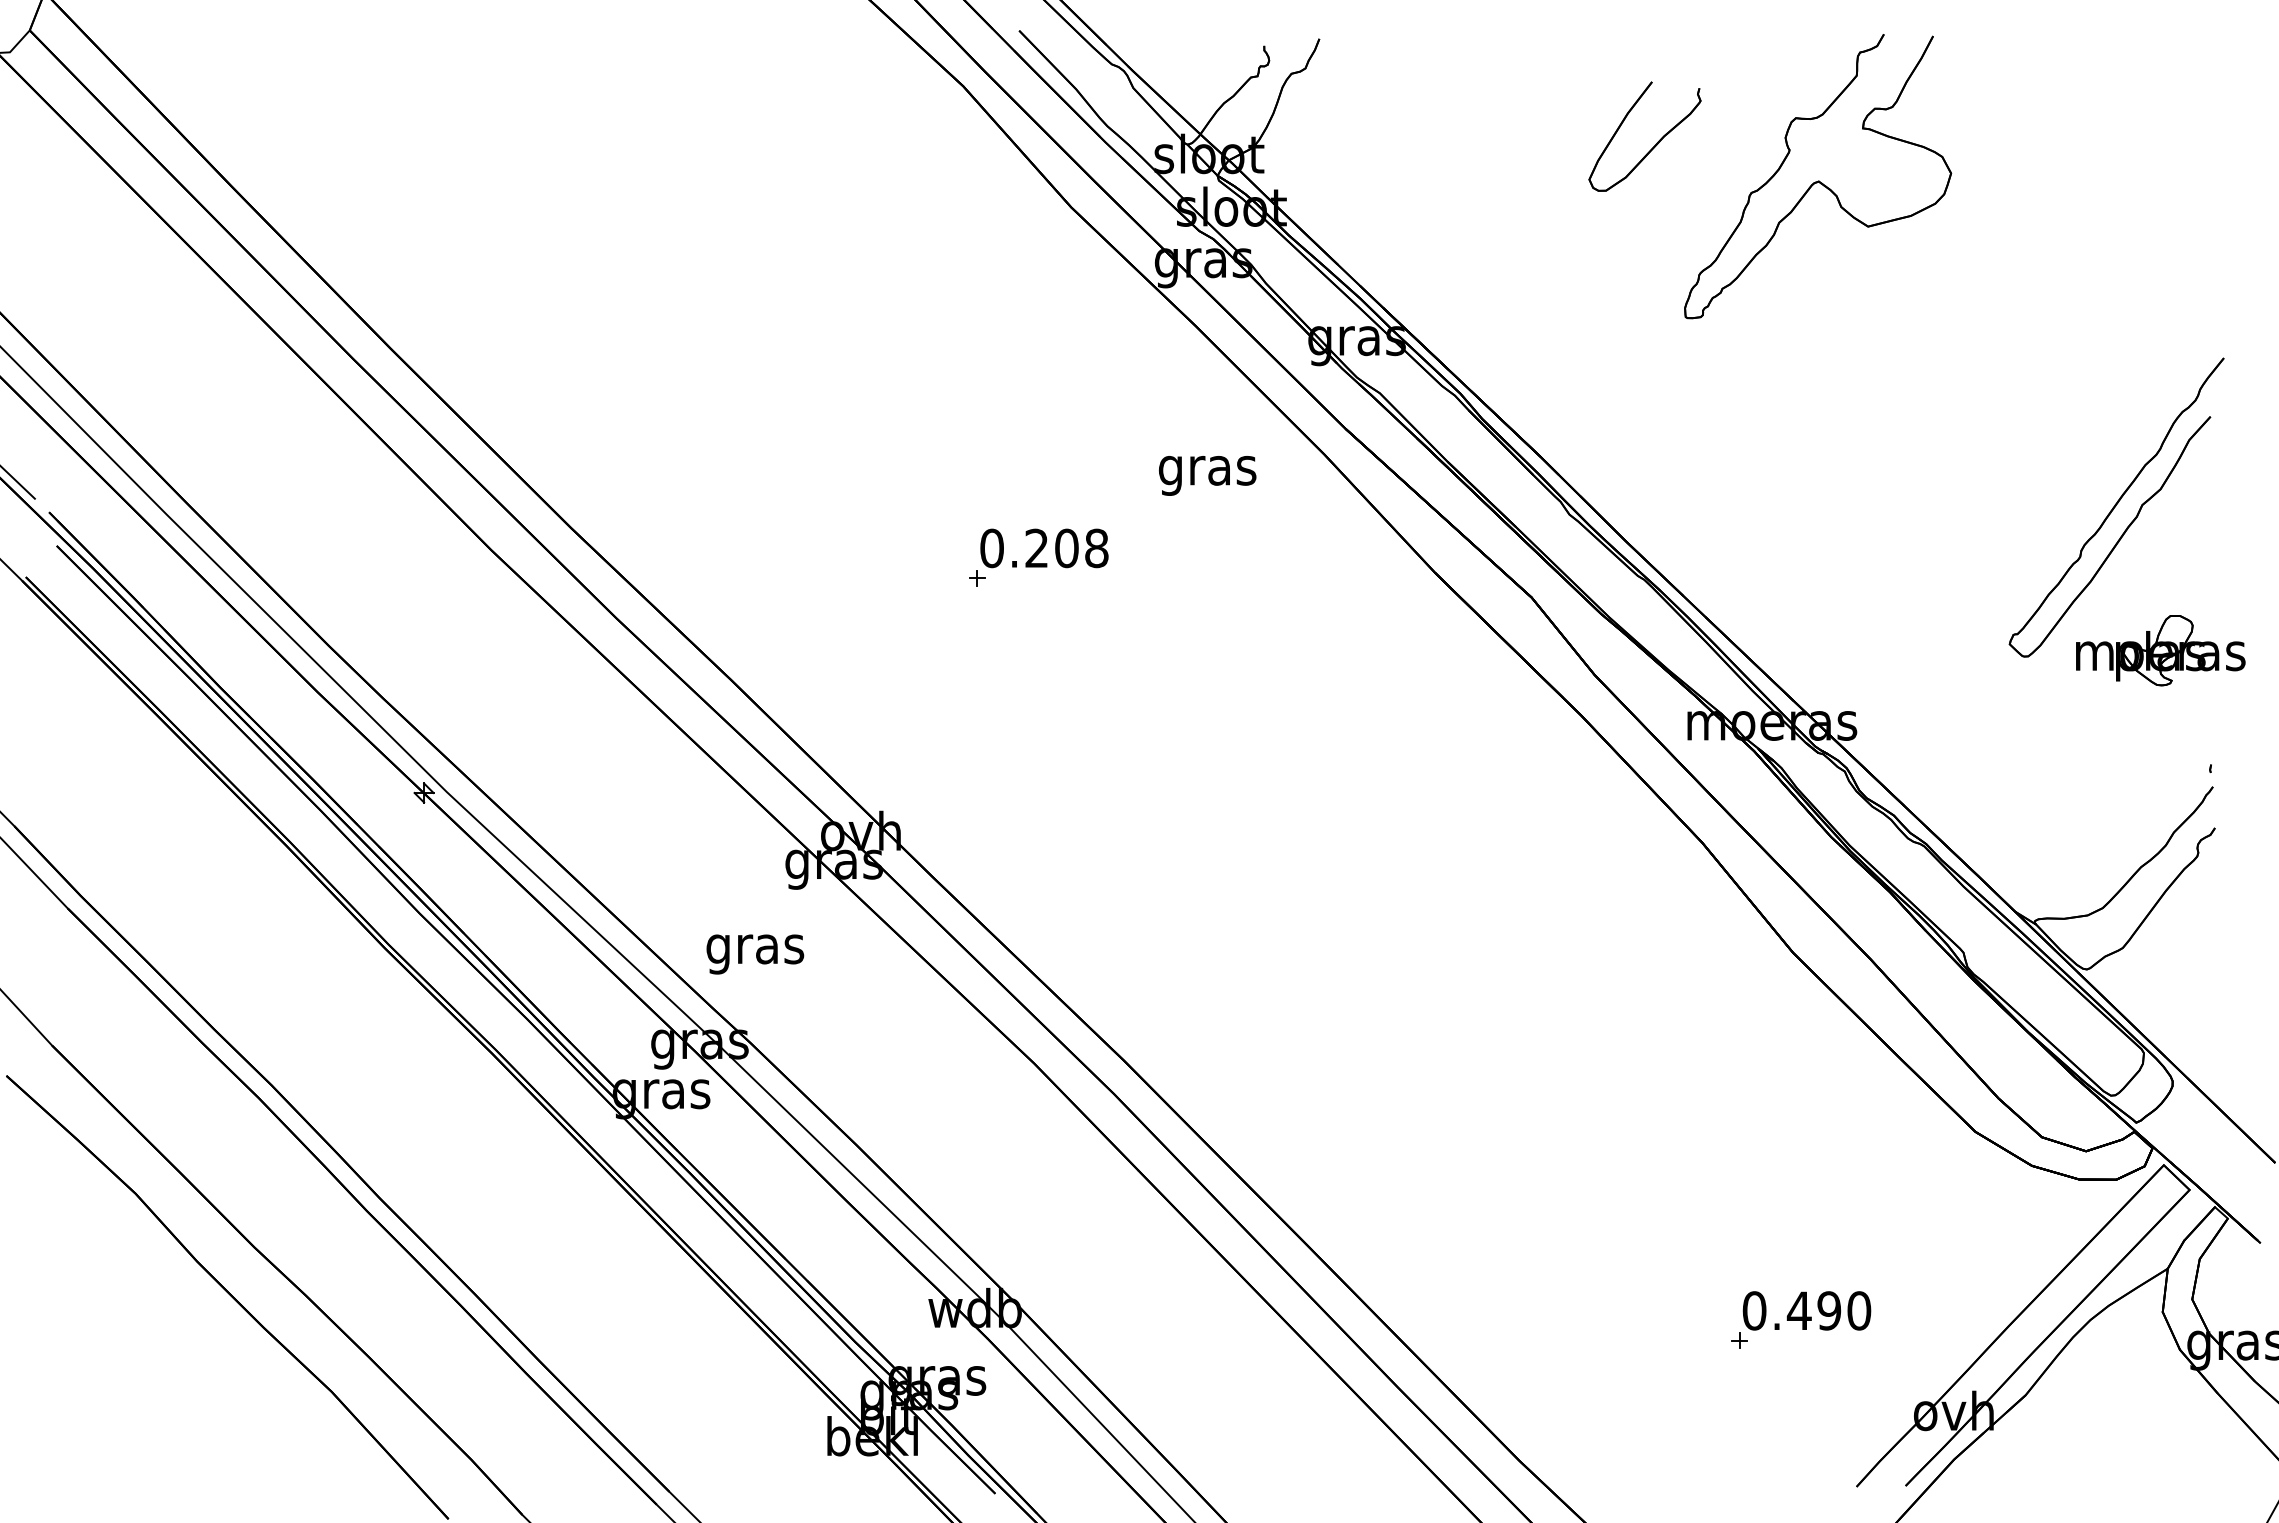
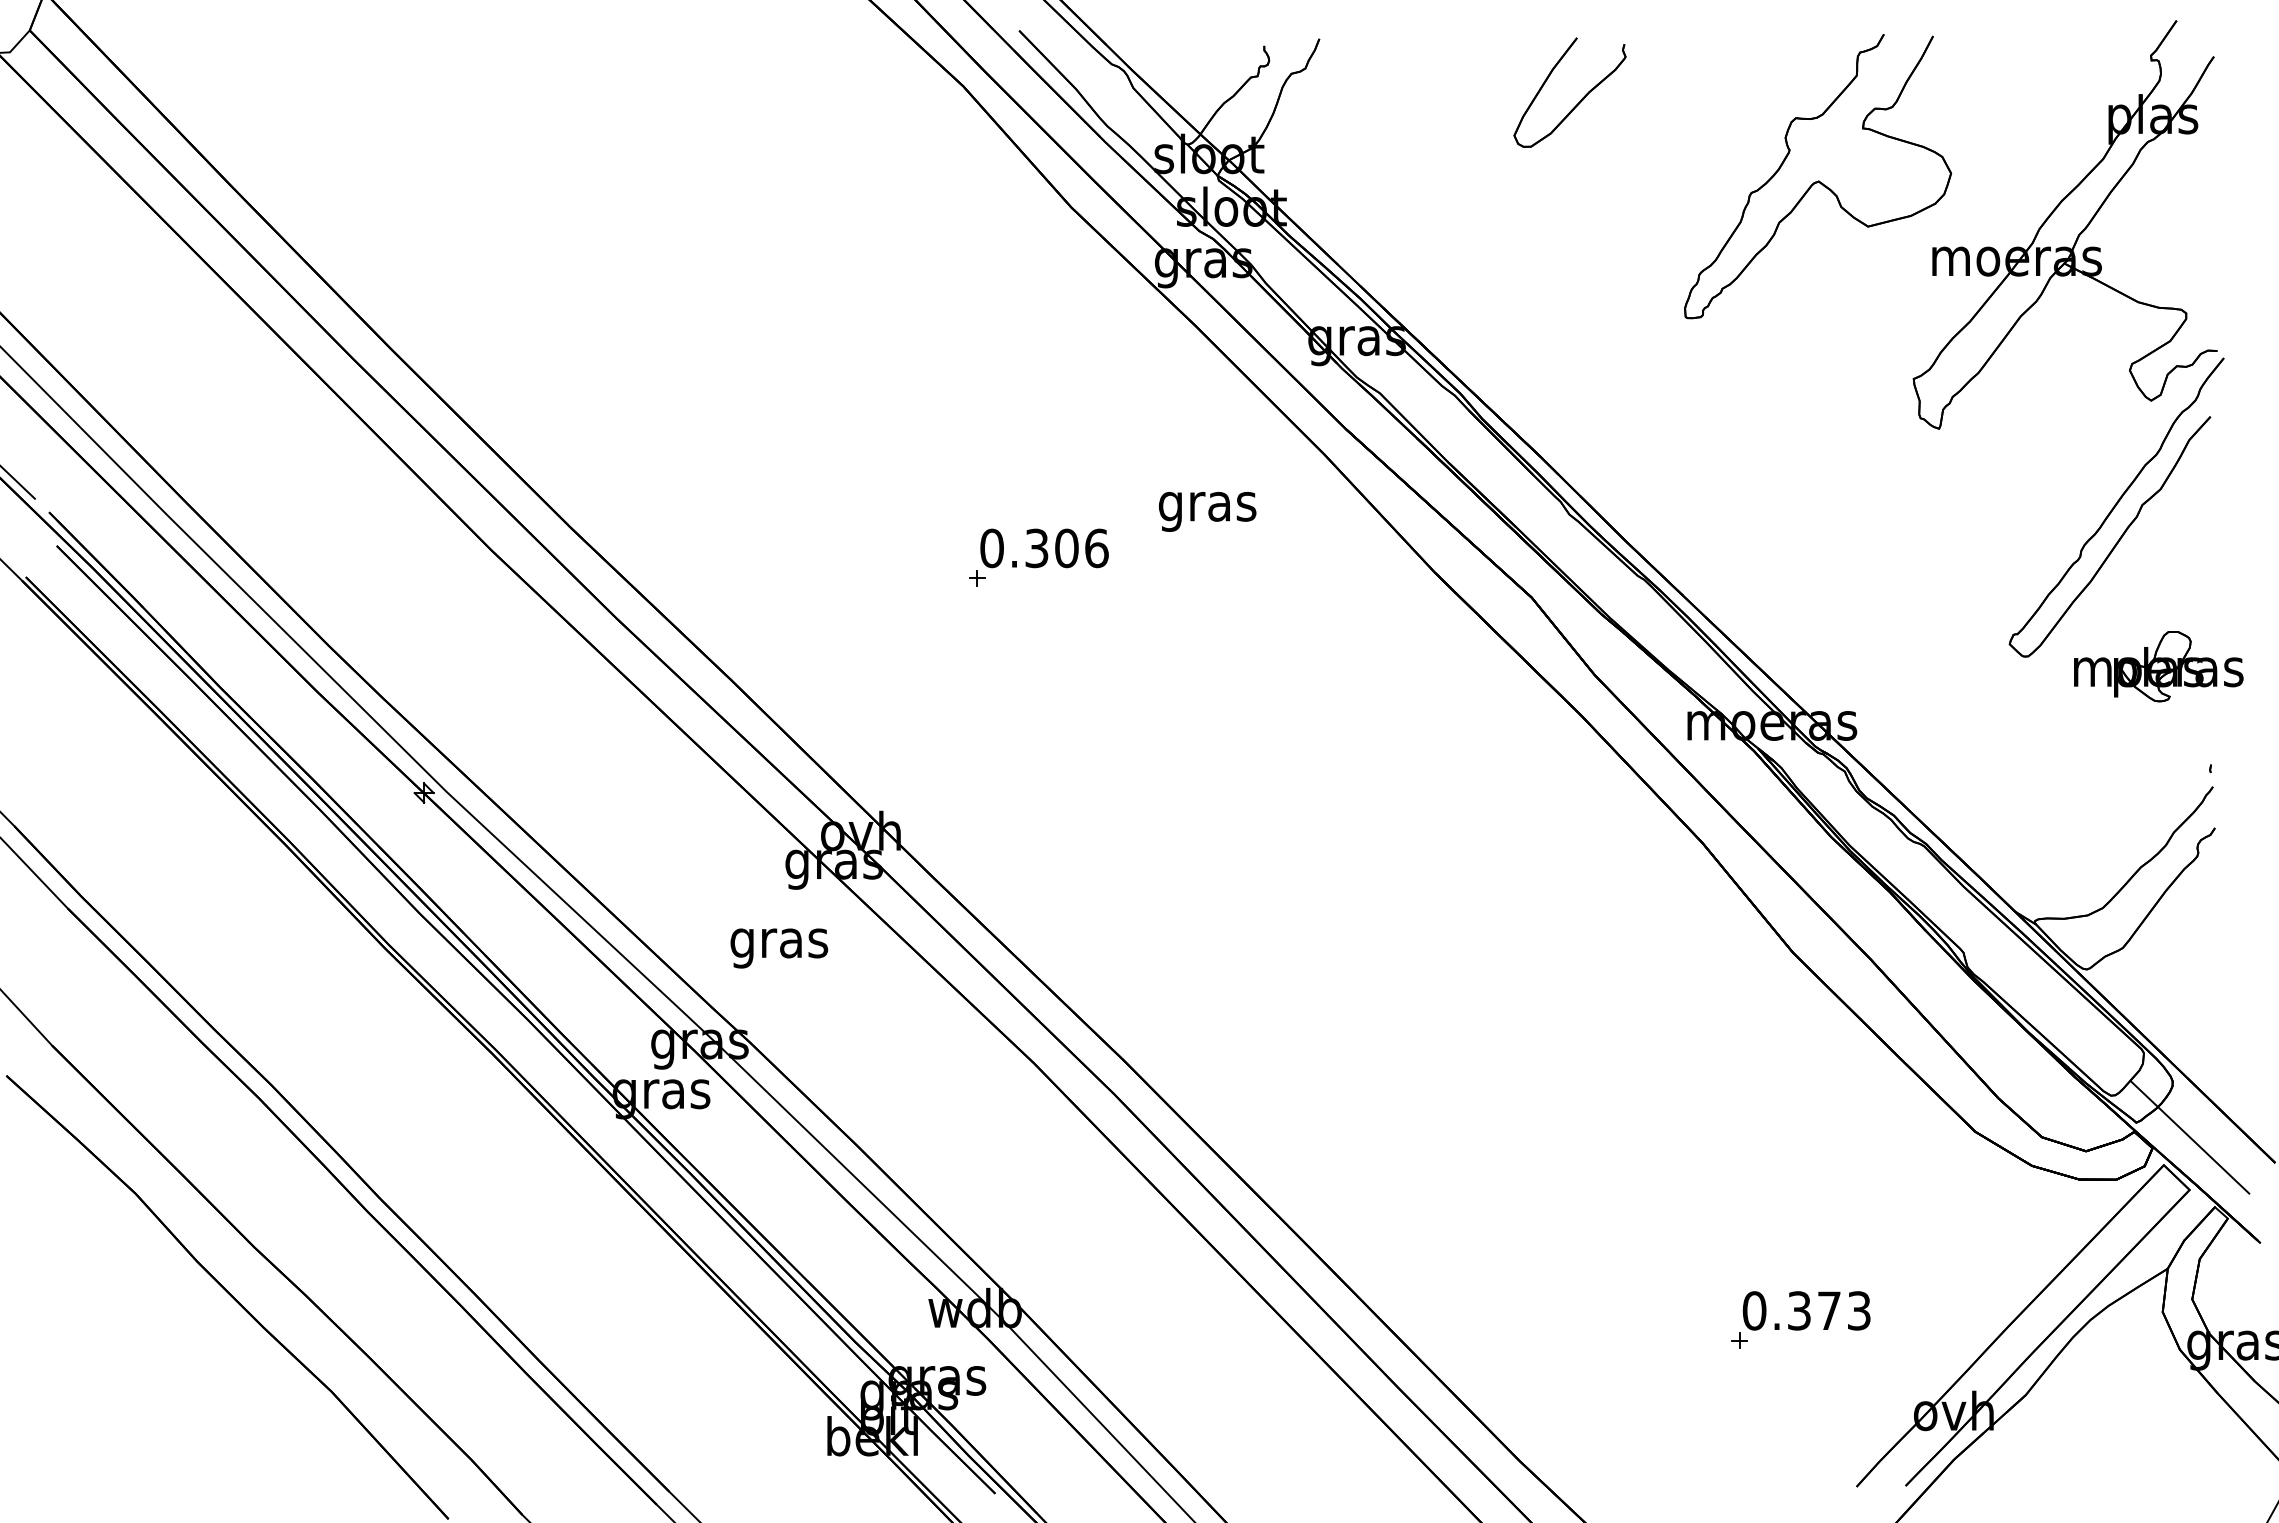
part at (1654, 145) position: (1654, 145) -> (1579, 101)
part at (2053, 213): none -> present
text at (1207, 475) position: (1207, 475) -> (1207, 511)
text at (1066, 548): 0.208 -> 0.306
part at (2160, 650) position: (2160, 650) -> (2158, 666)
text at (755, 954) position: (755, 954) -> (779, 948)
line at (2189, 1136): none -> present
text at (1828, 1310): 0.490 -> 0.373
